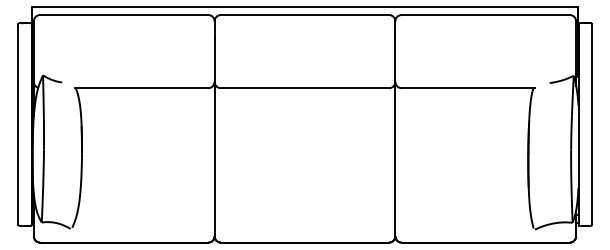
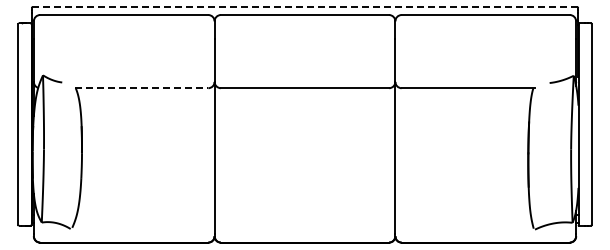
line at (305, 7): solid -> dashed
line at (141, 88): solid -> dashed
